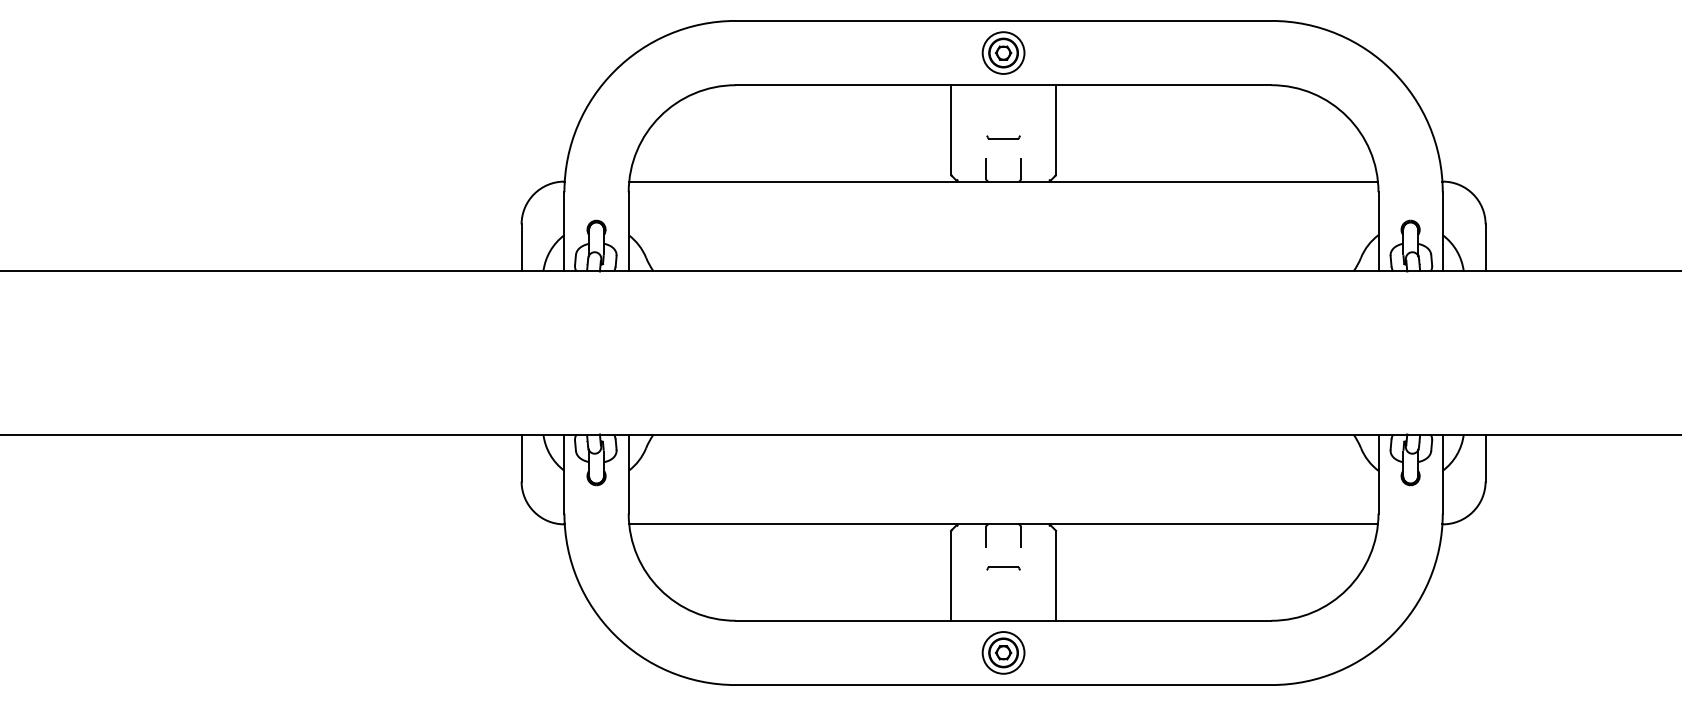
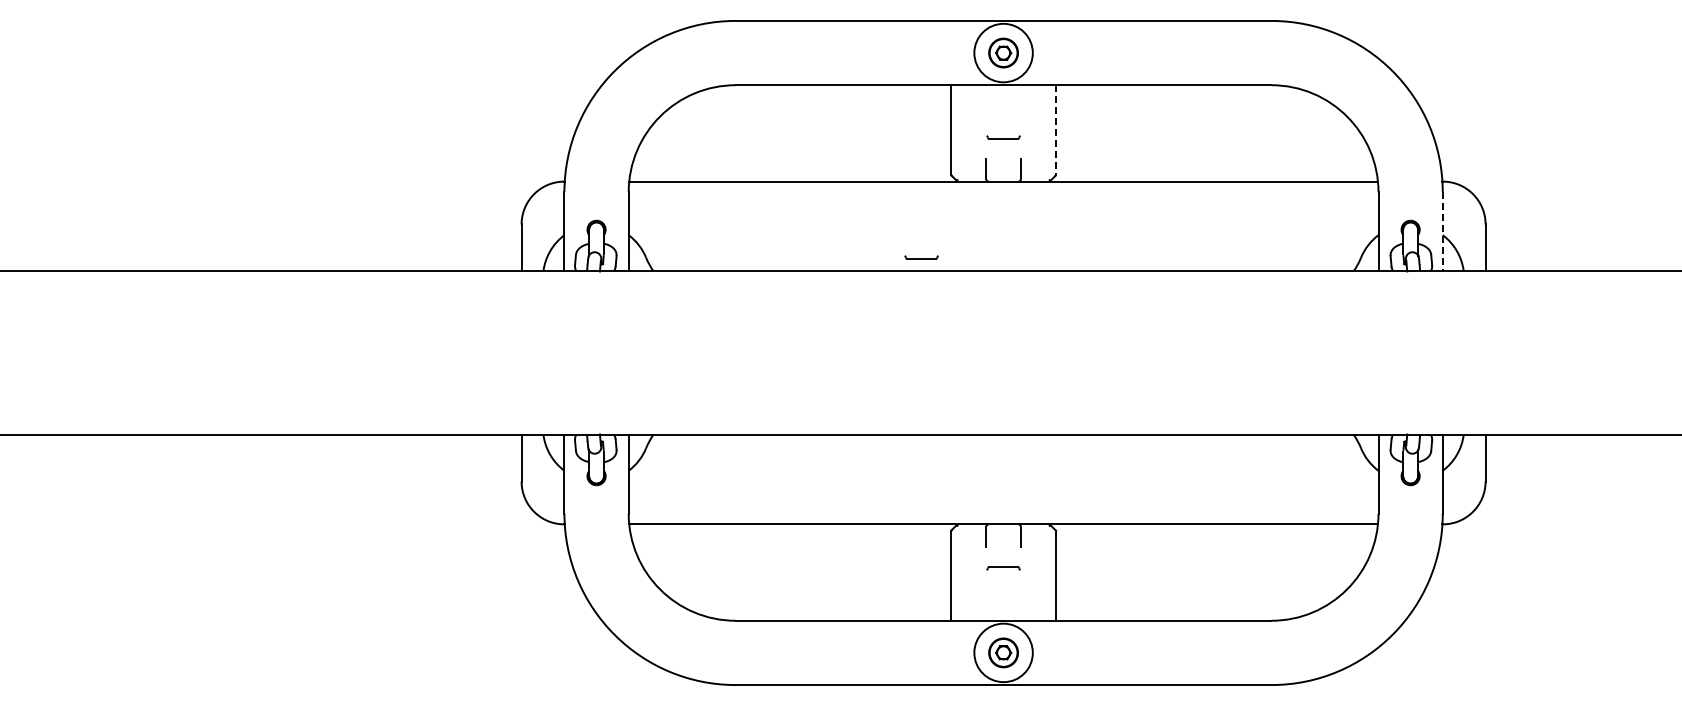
circle at (1003, 52) diameter: 42 px -> 58 px
line at (1056, 129): solid -> dashed
line at (1442, 231): solid -> dashed
part at (921, 257): none -> present
circle at (1003, 652) diameter: 42 px -> 58 px
